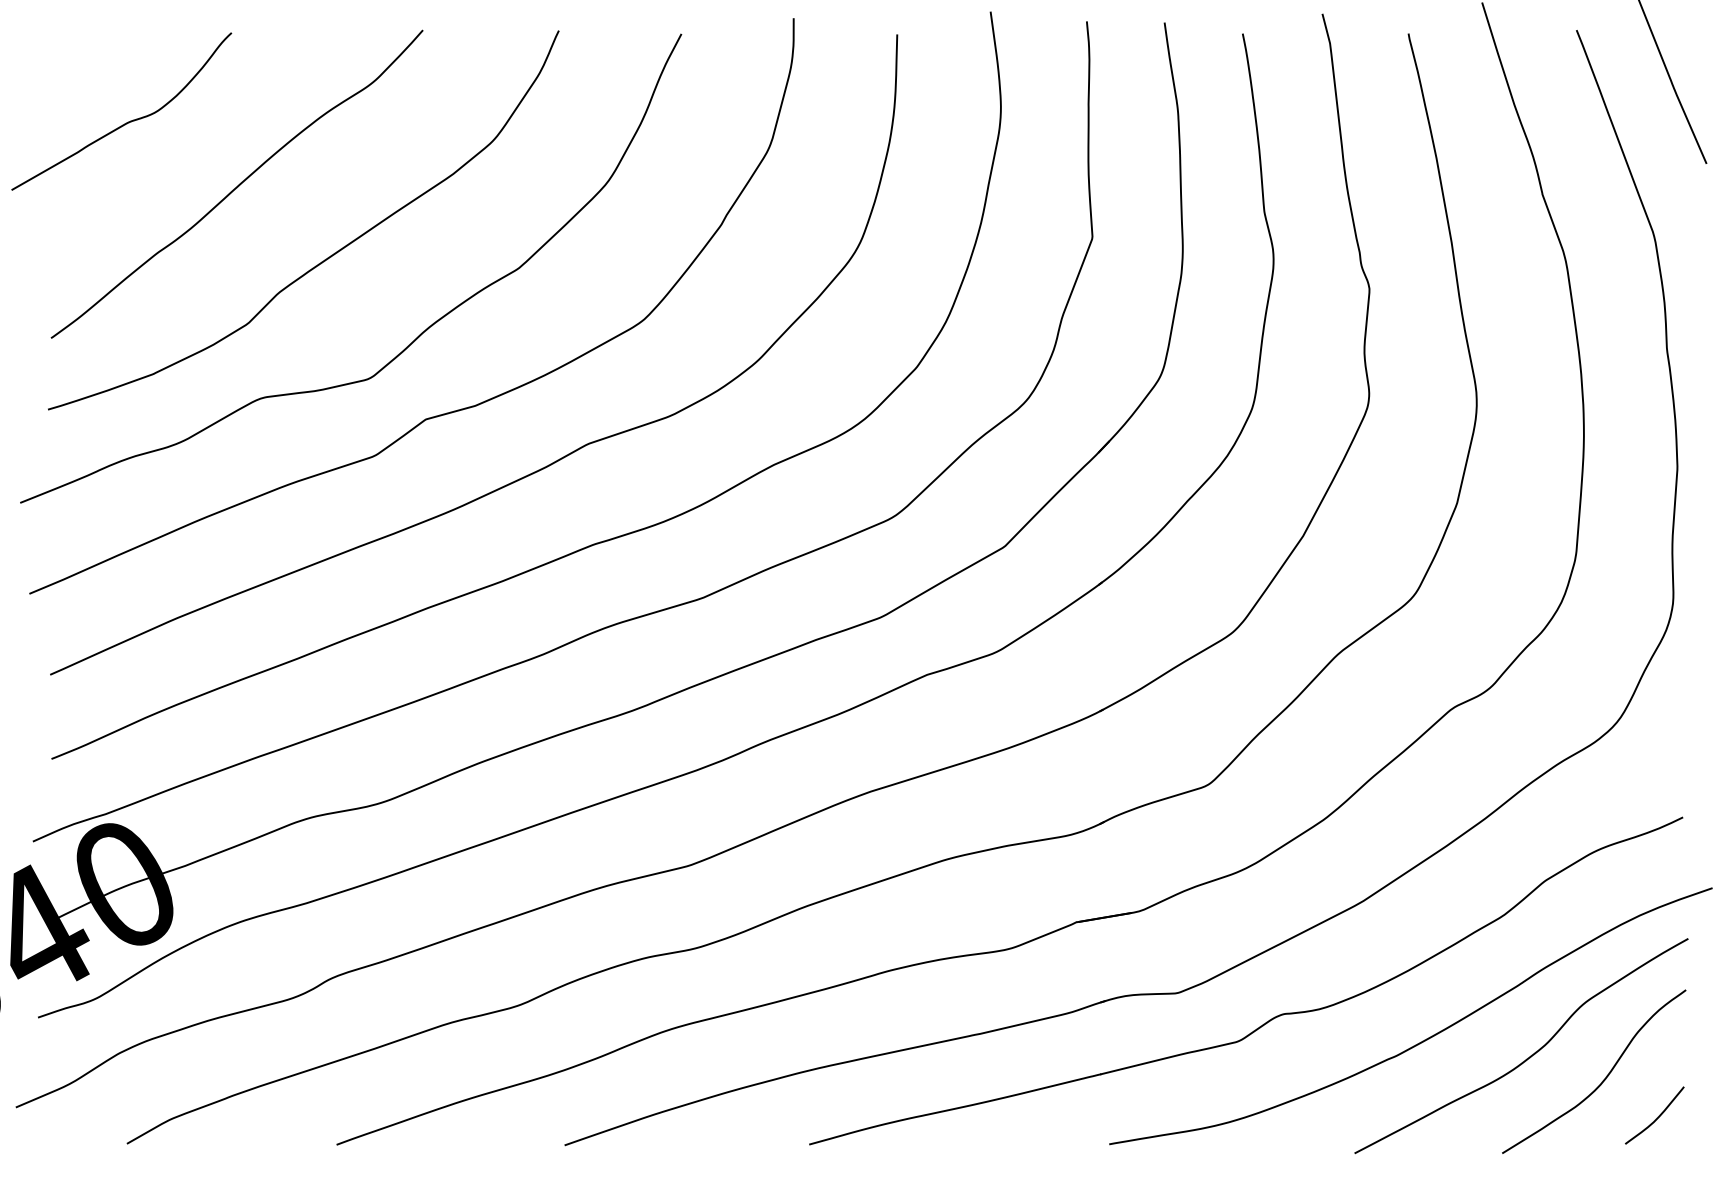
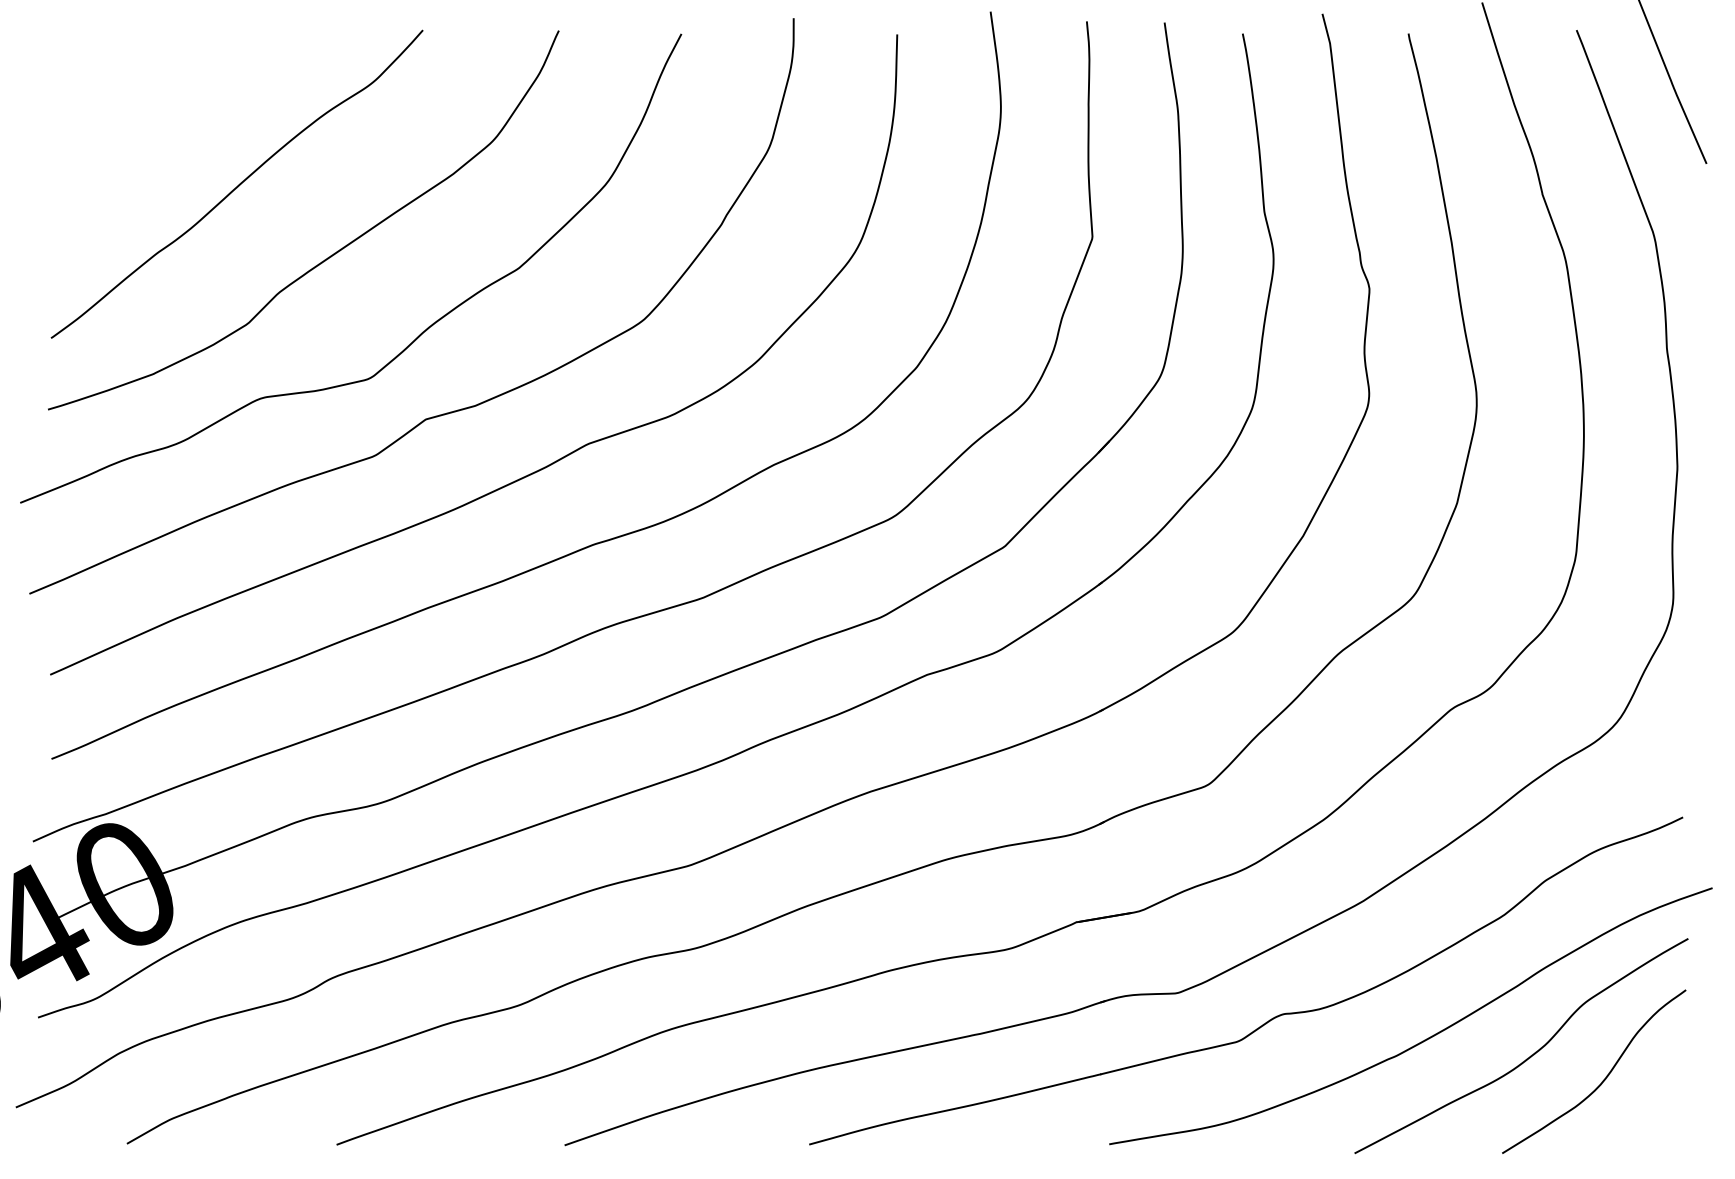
curve at (126, 122): present -> none
curve at (1657, 1117): present -> none
